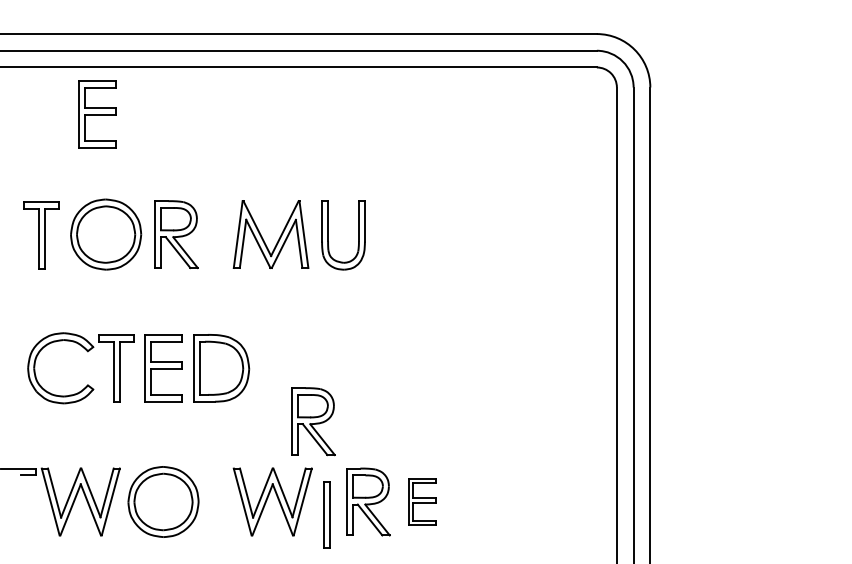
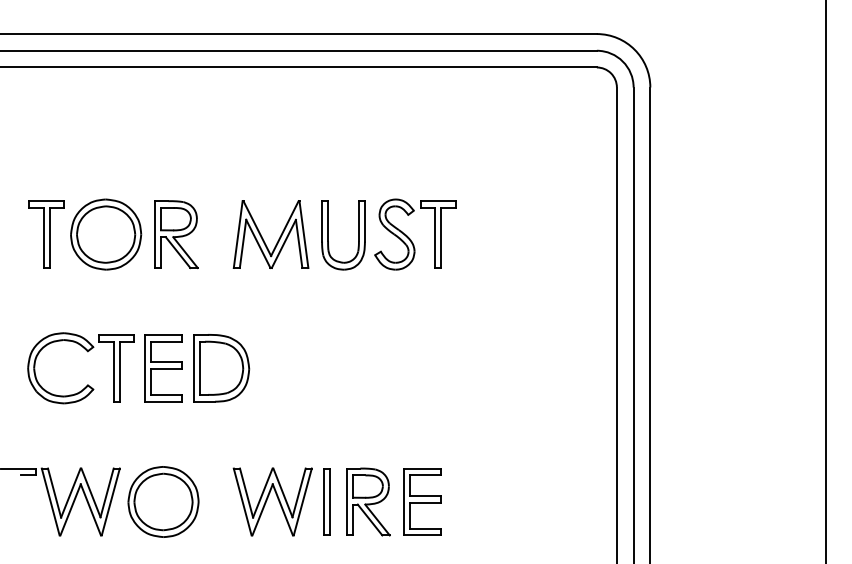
part at (97, 114): present -> none
part at (41, 235) position: (41, 235) -> (46, 234)
part at (410, 238): none -> present
line at (826, 281): none -> present
part at (313, 421): present -> none
part at (422, 501) size: 29x48 px -> 39x68 px
part at (326, 514) position: (326, 514) -> (326, 501)
